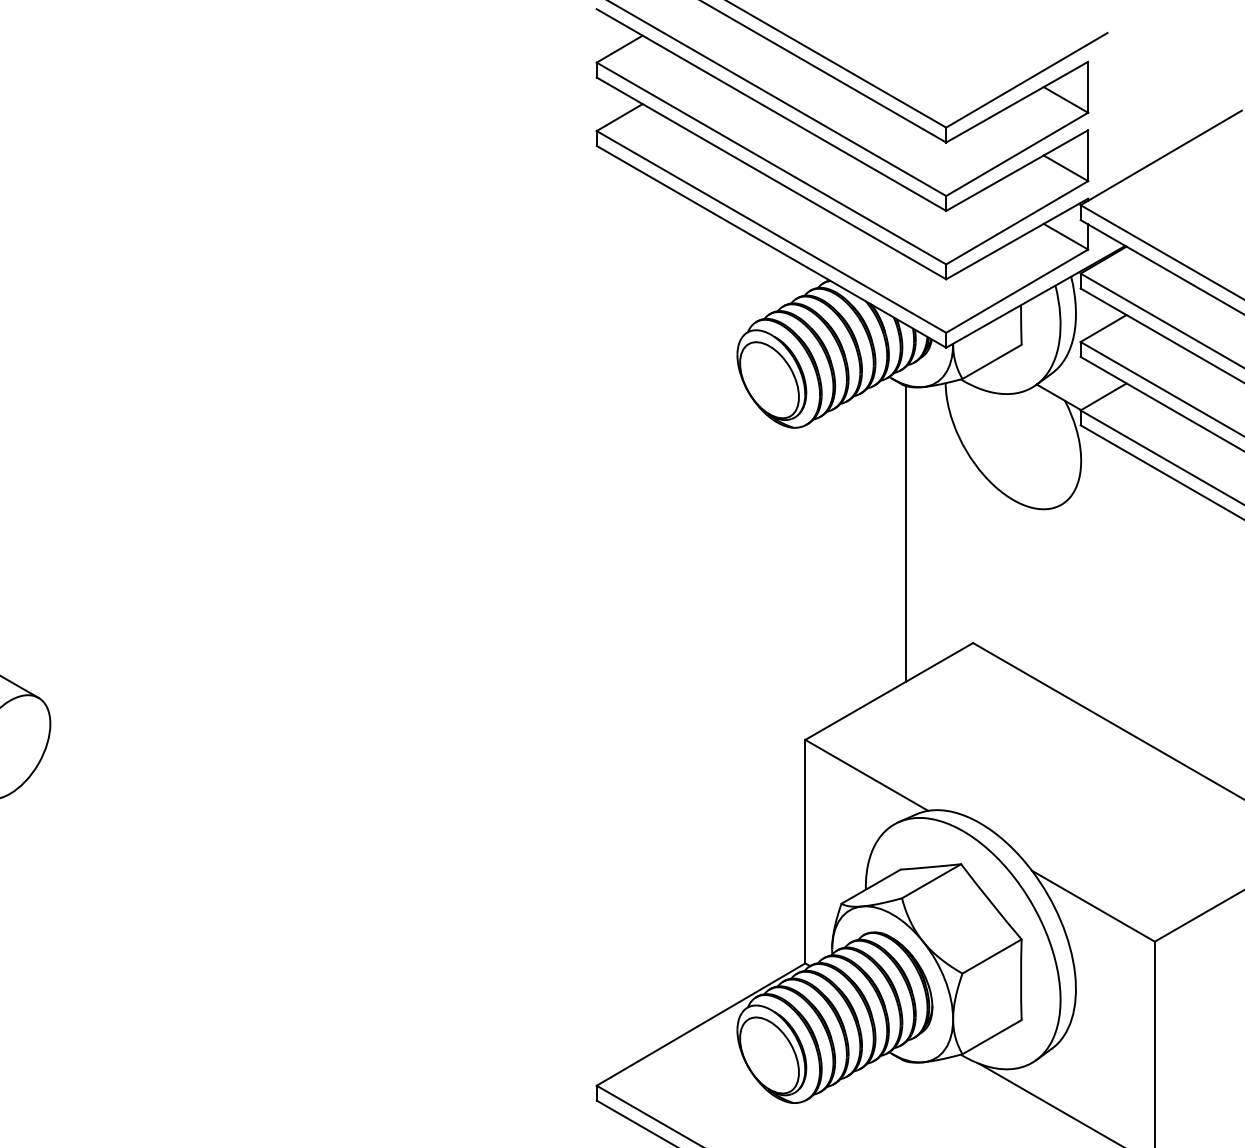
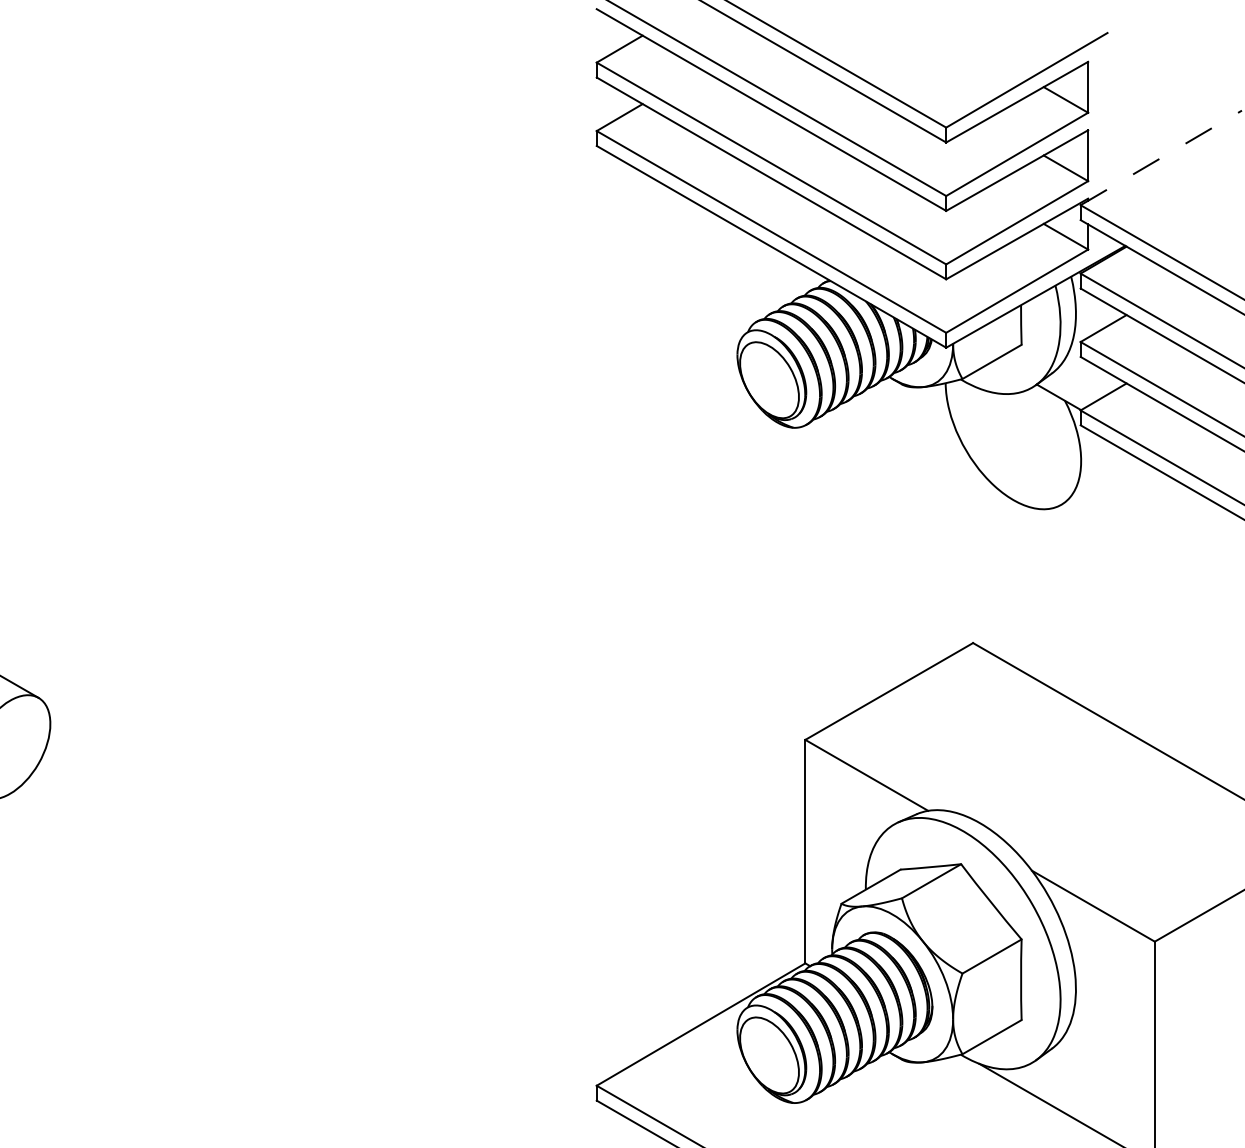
line at (1161, 157): solid -> dashed
line at (905, 533): present -> none
